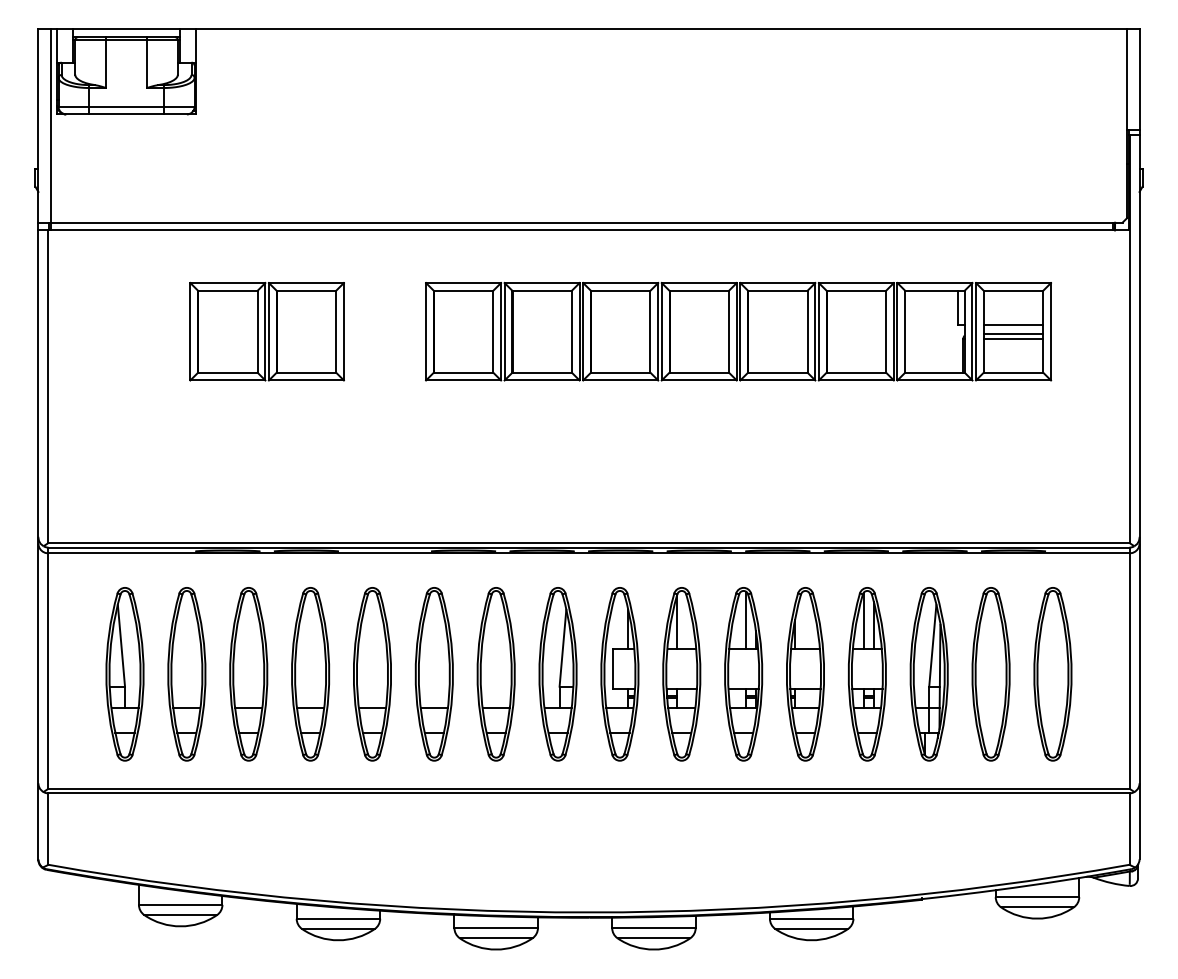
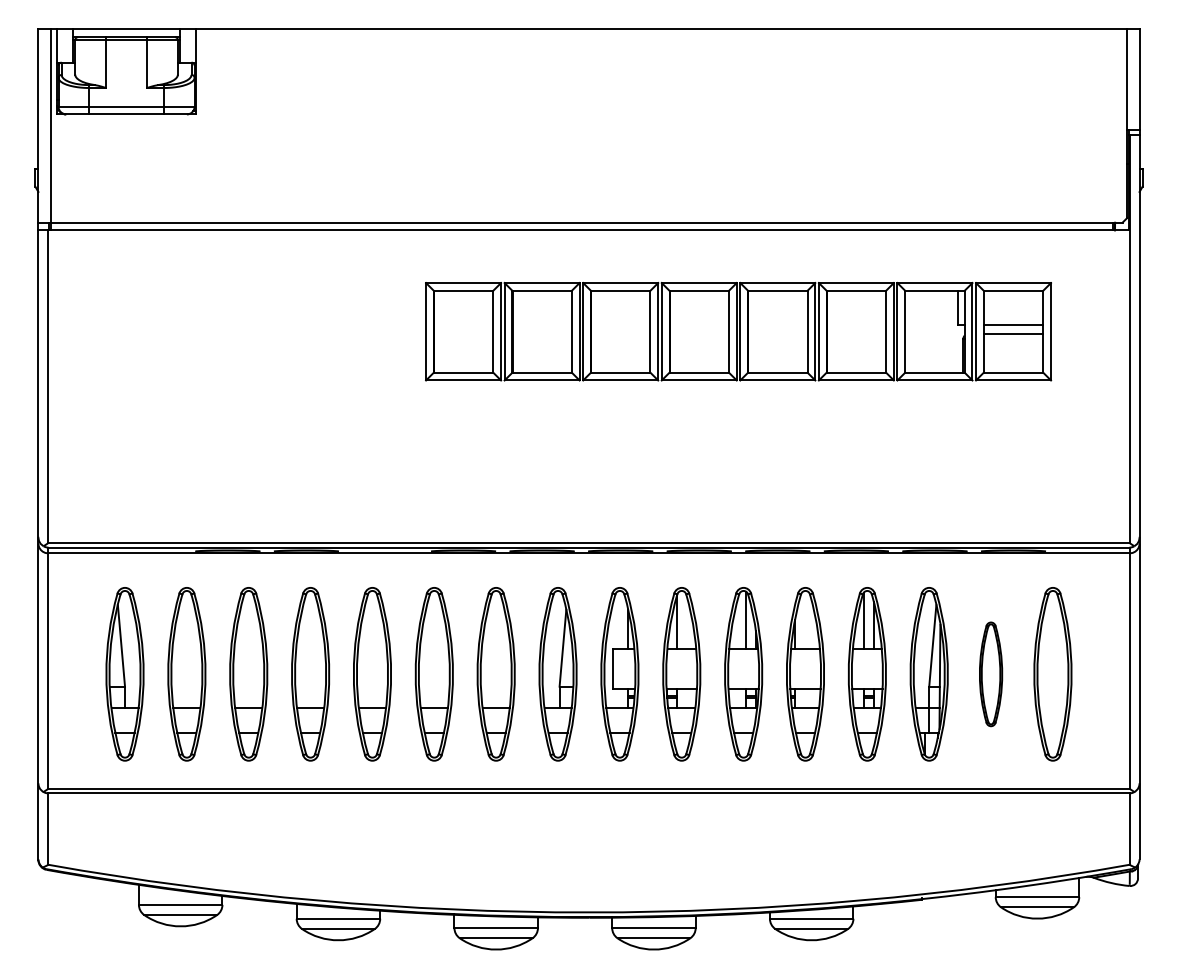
part at (266, 331): present -> none
line at (1013, 339): present -> none
part at (990, 674) size: 40x175 px -> 25x107 px
